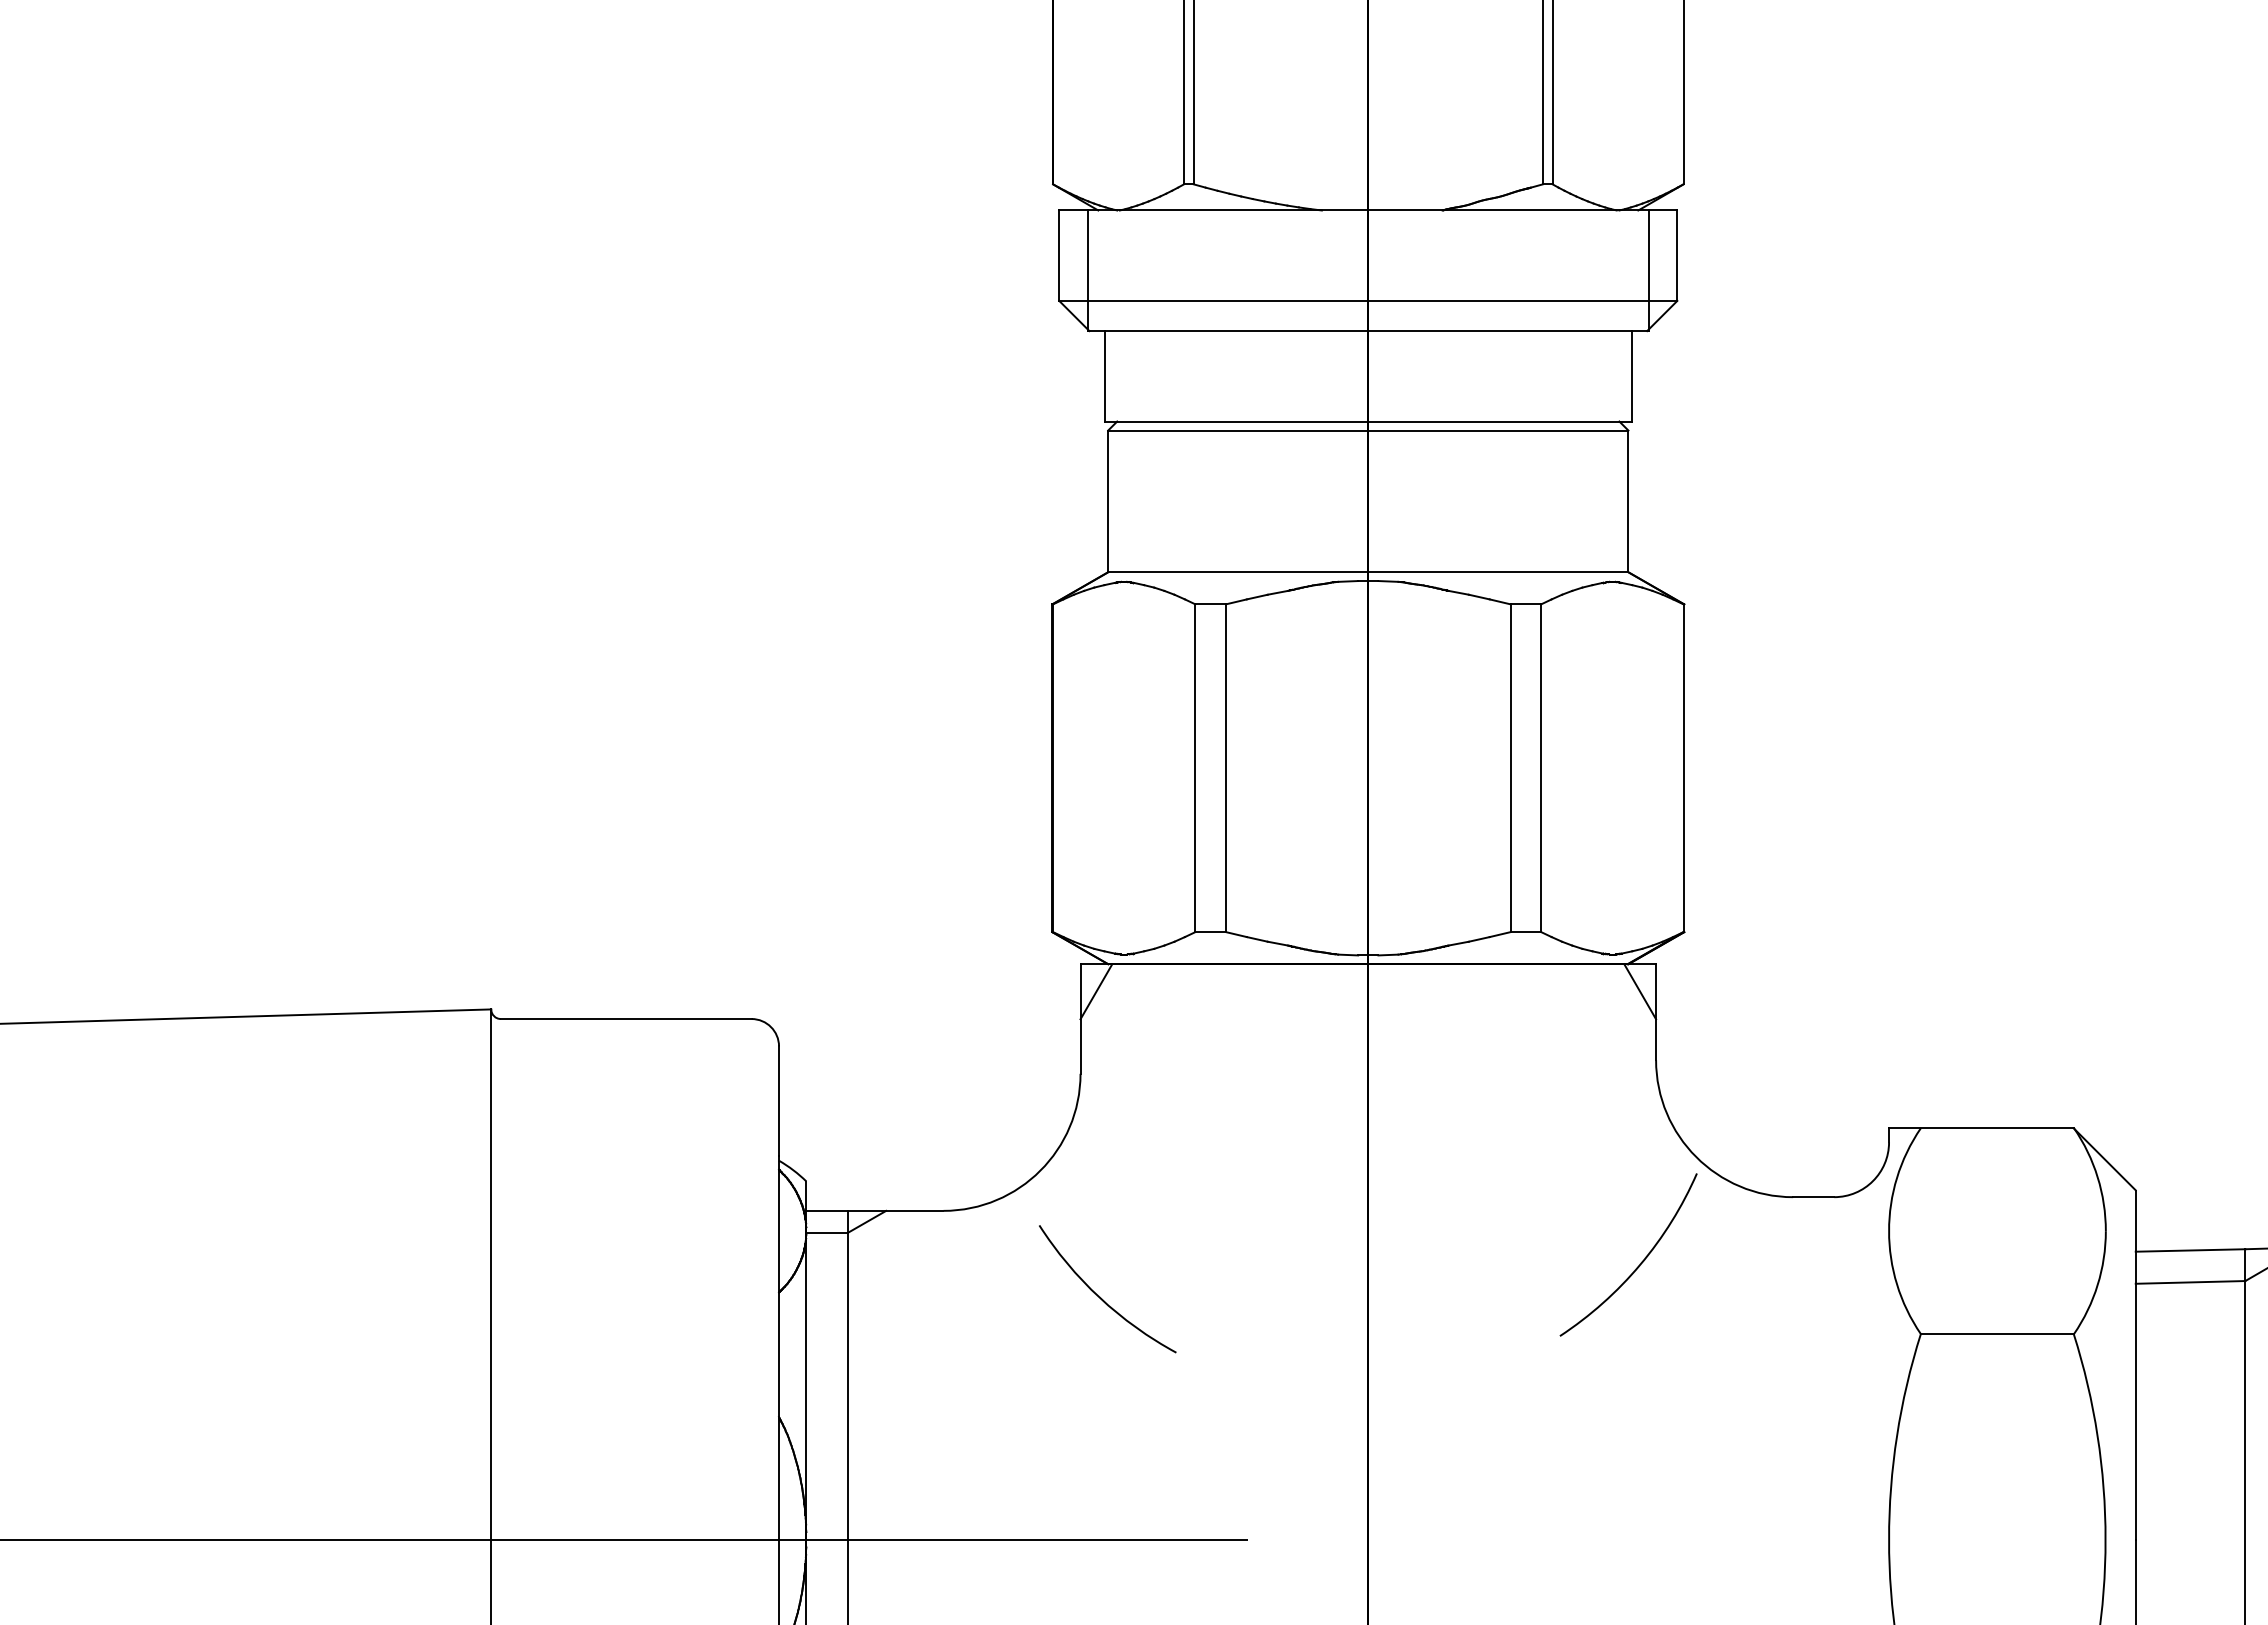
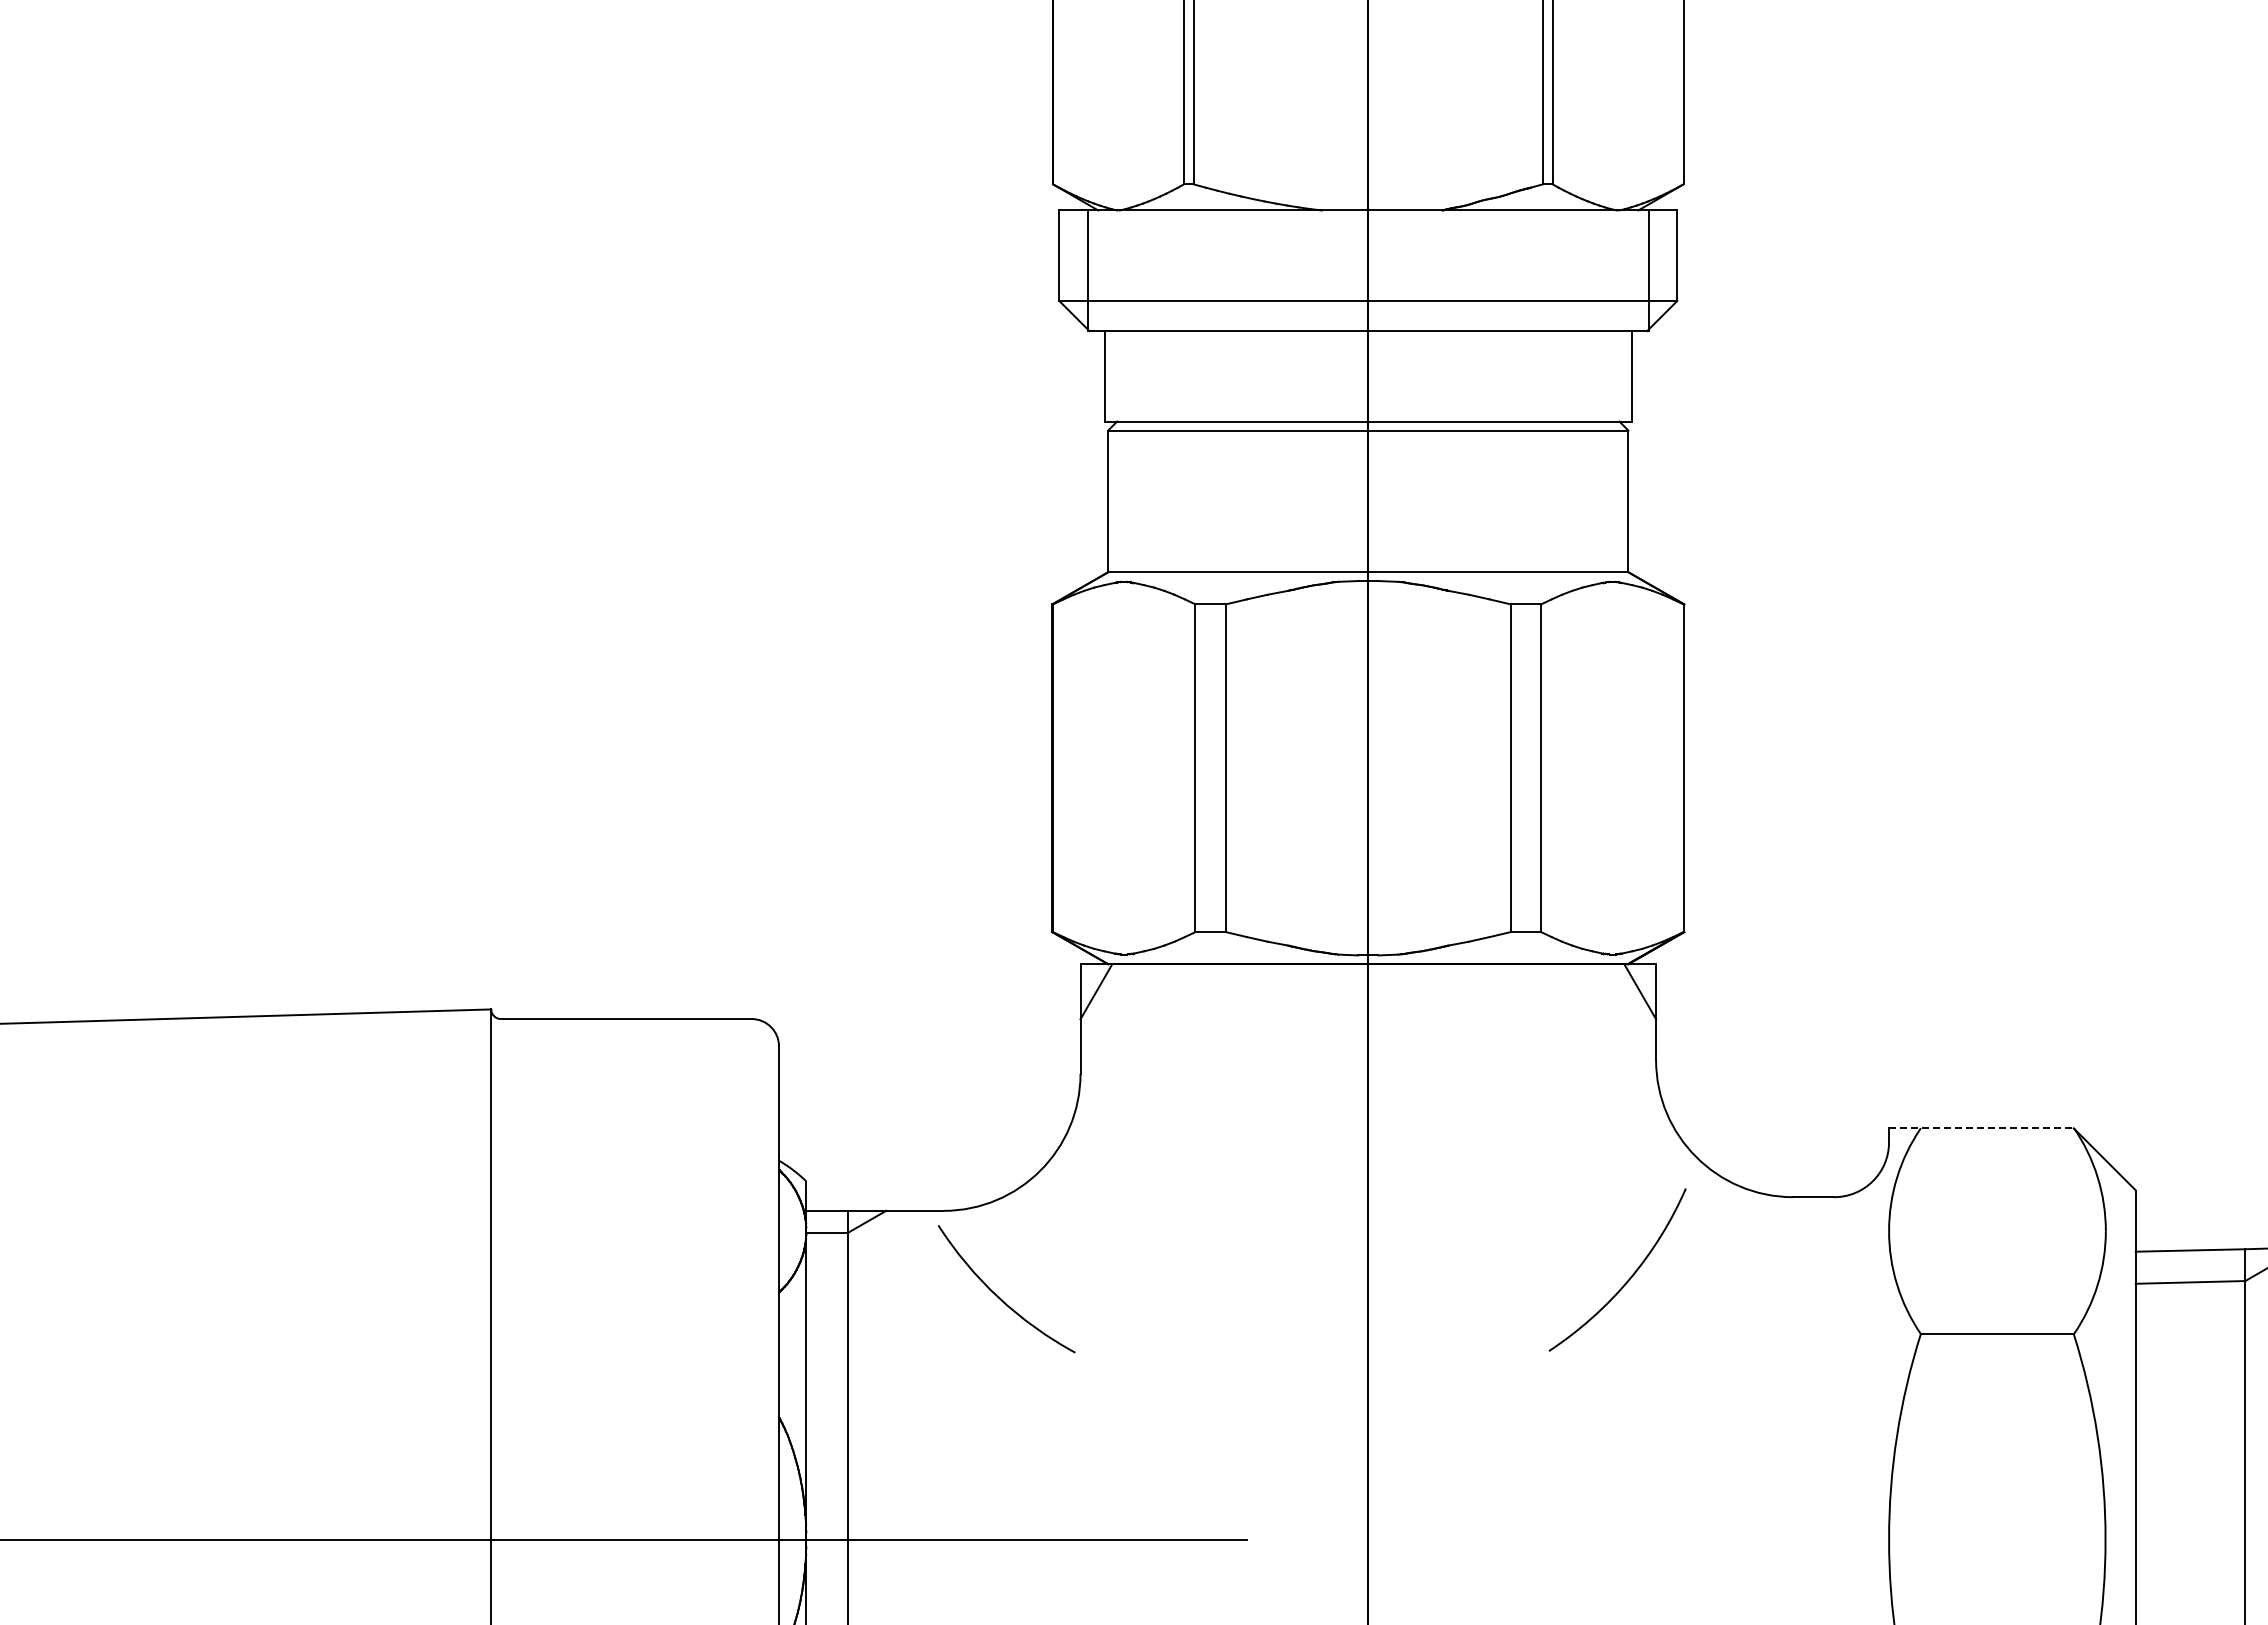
line at (1981, 1128): solid -> dashed
arc at (1640, 1262) position: (1640, 1262) -> (1629, 1277)
arc at (1100, 1296) position: (1100, 1296) -> (999, 1296)
